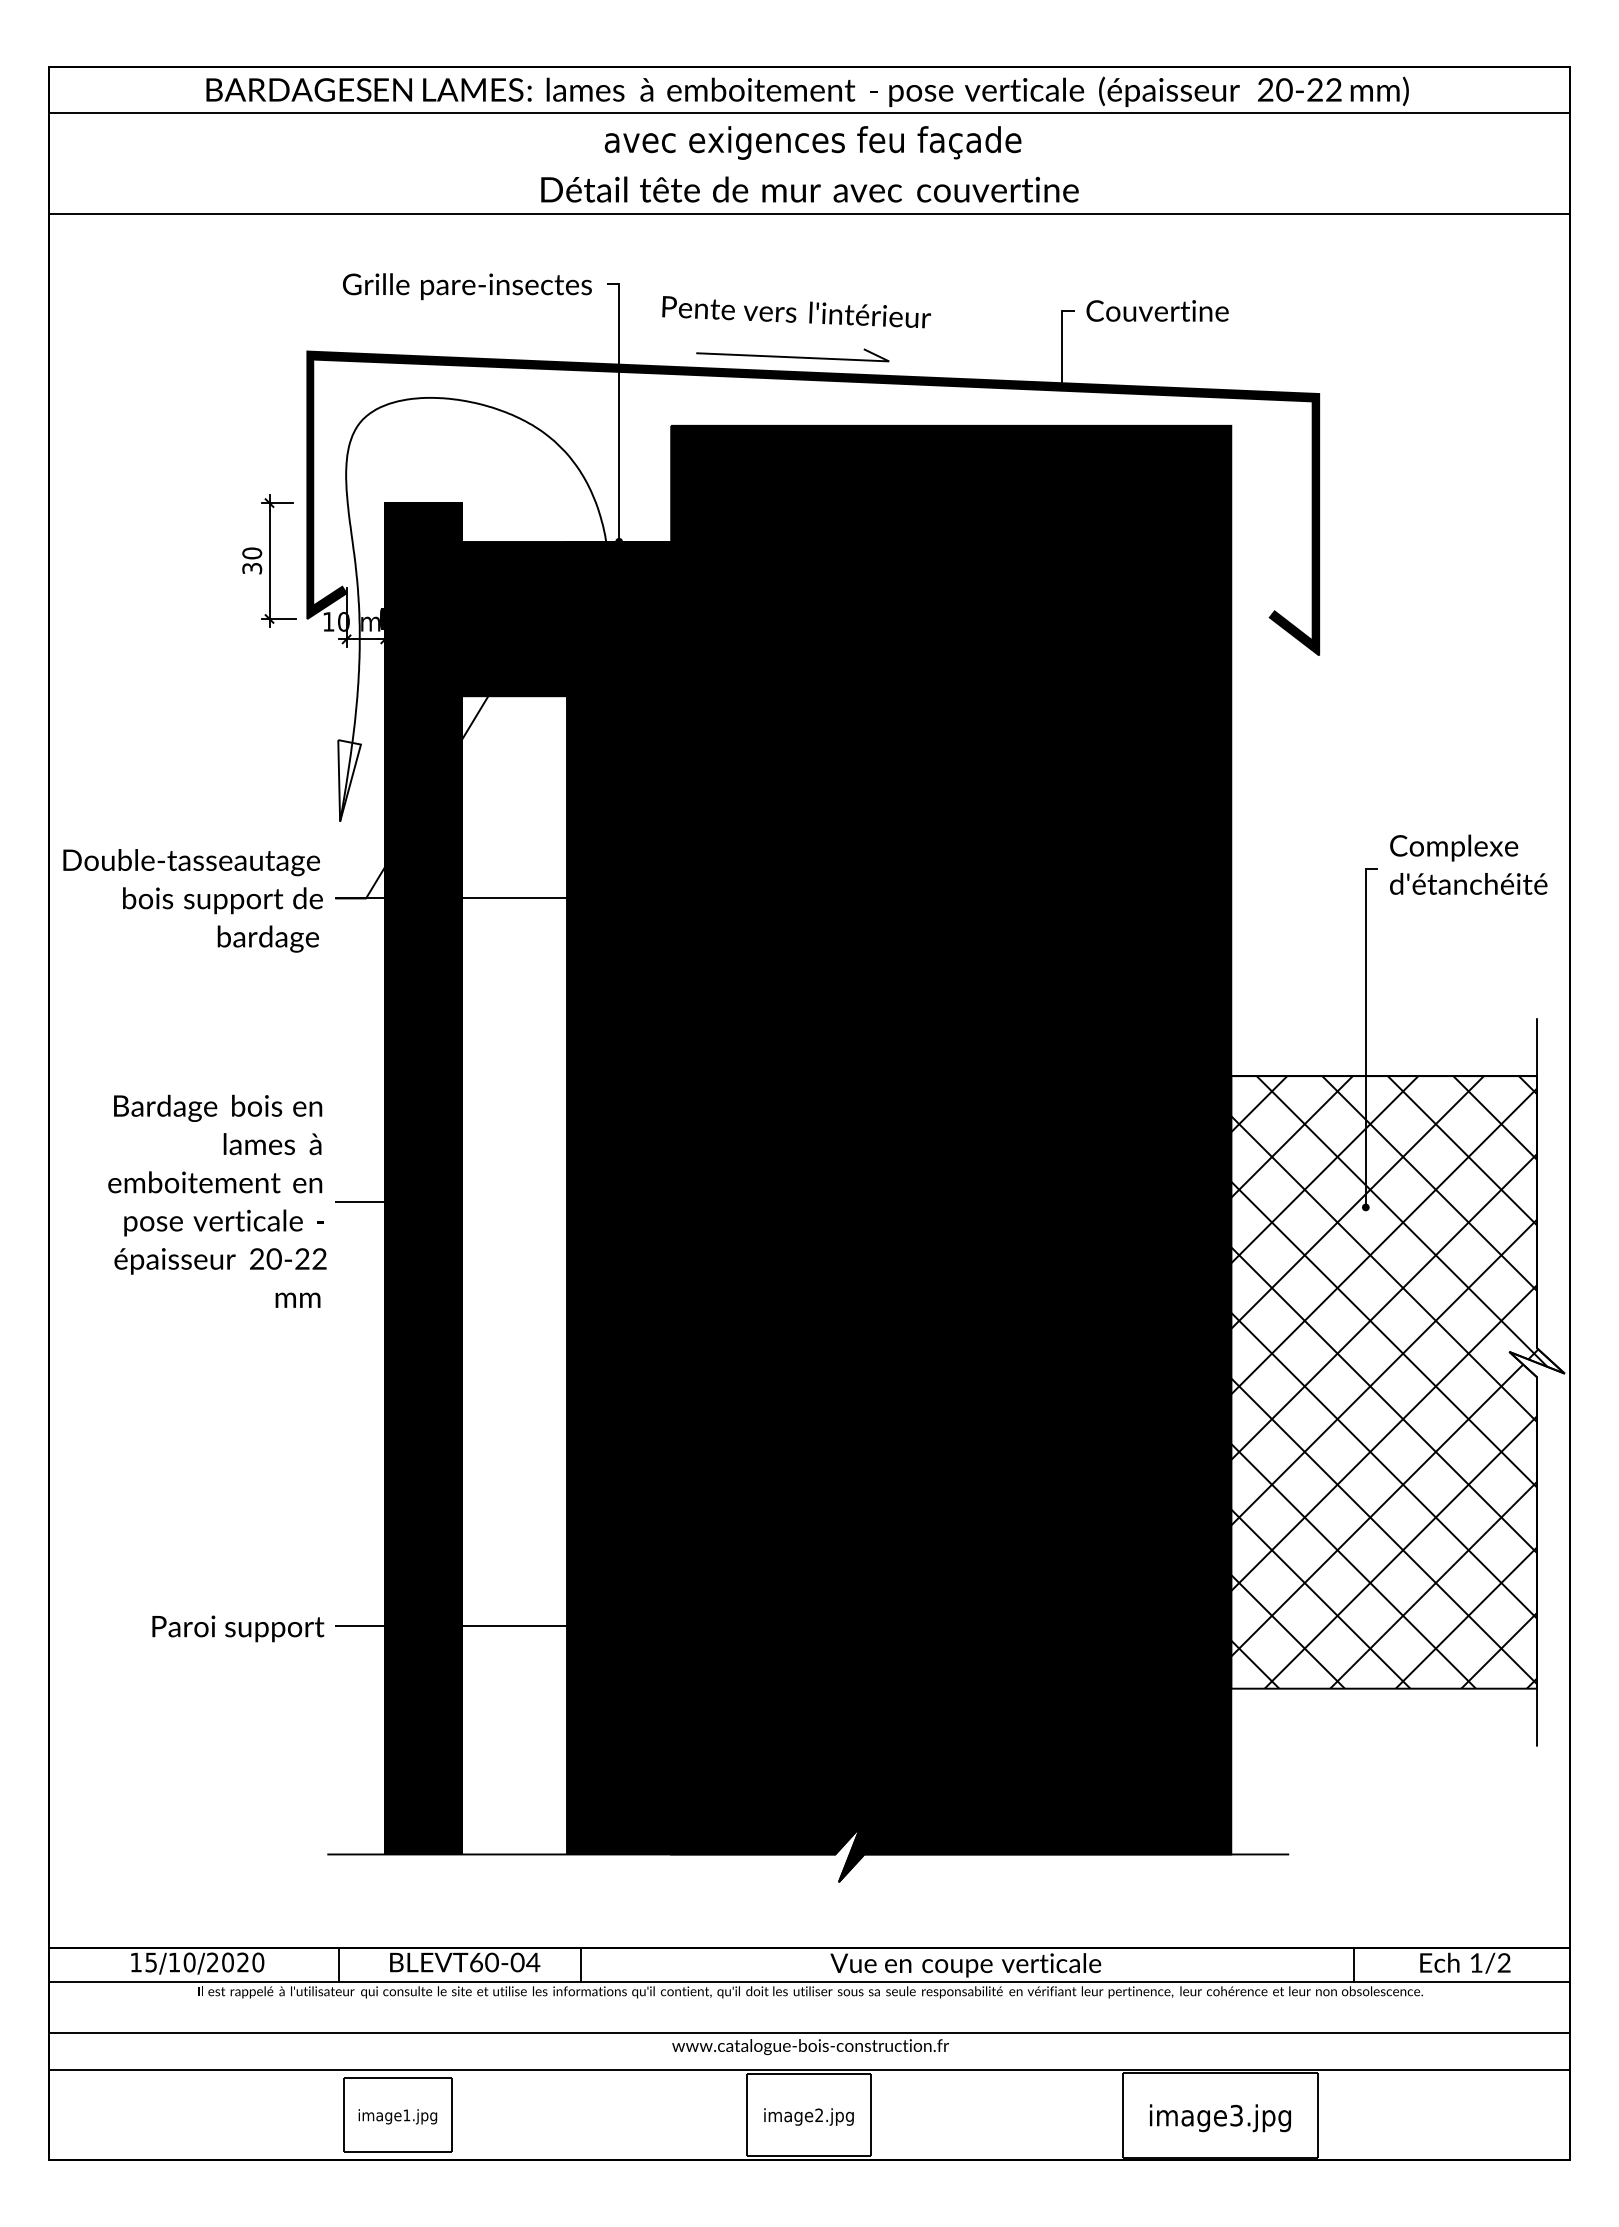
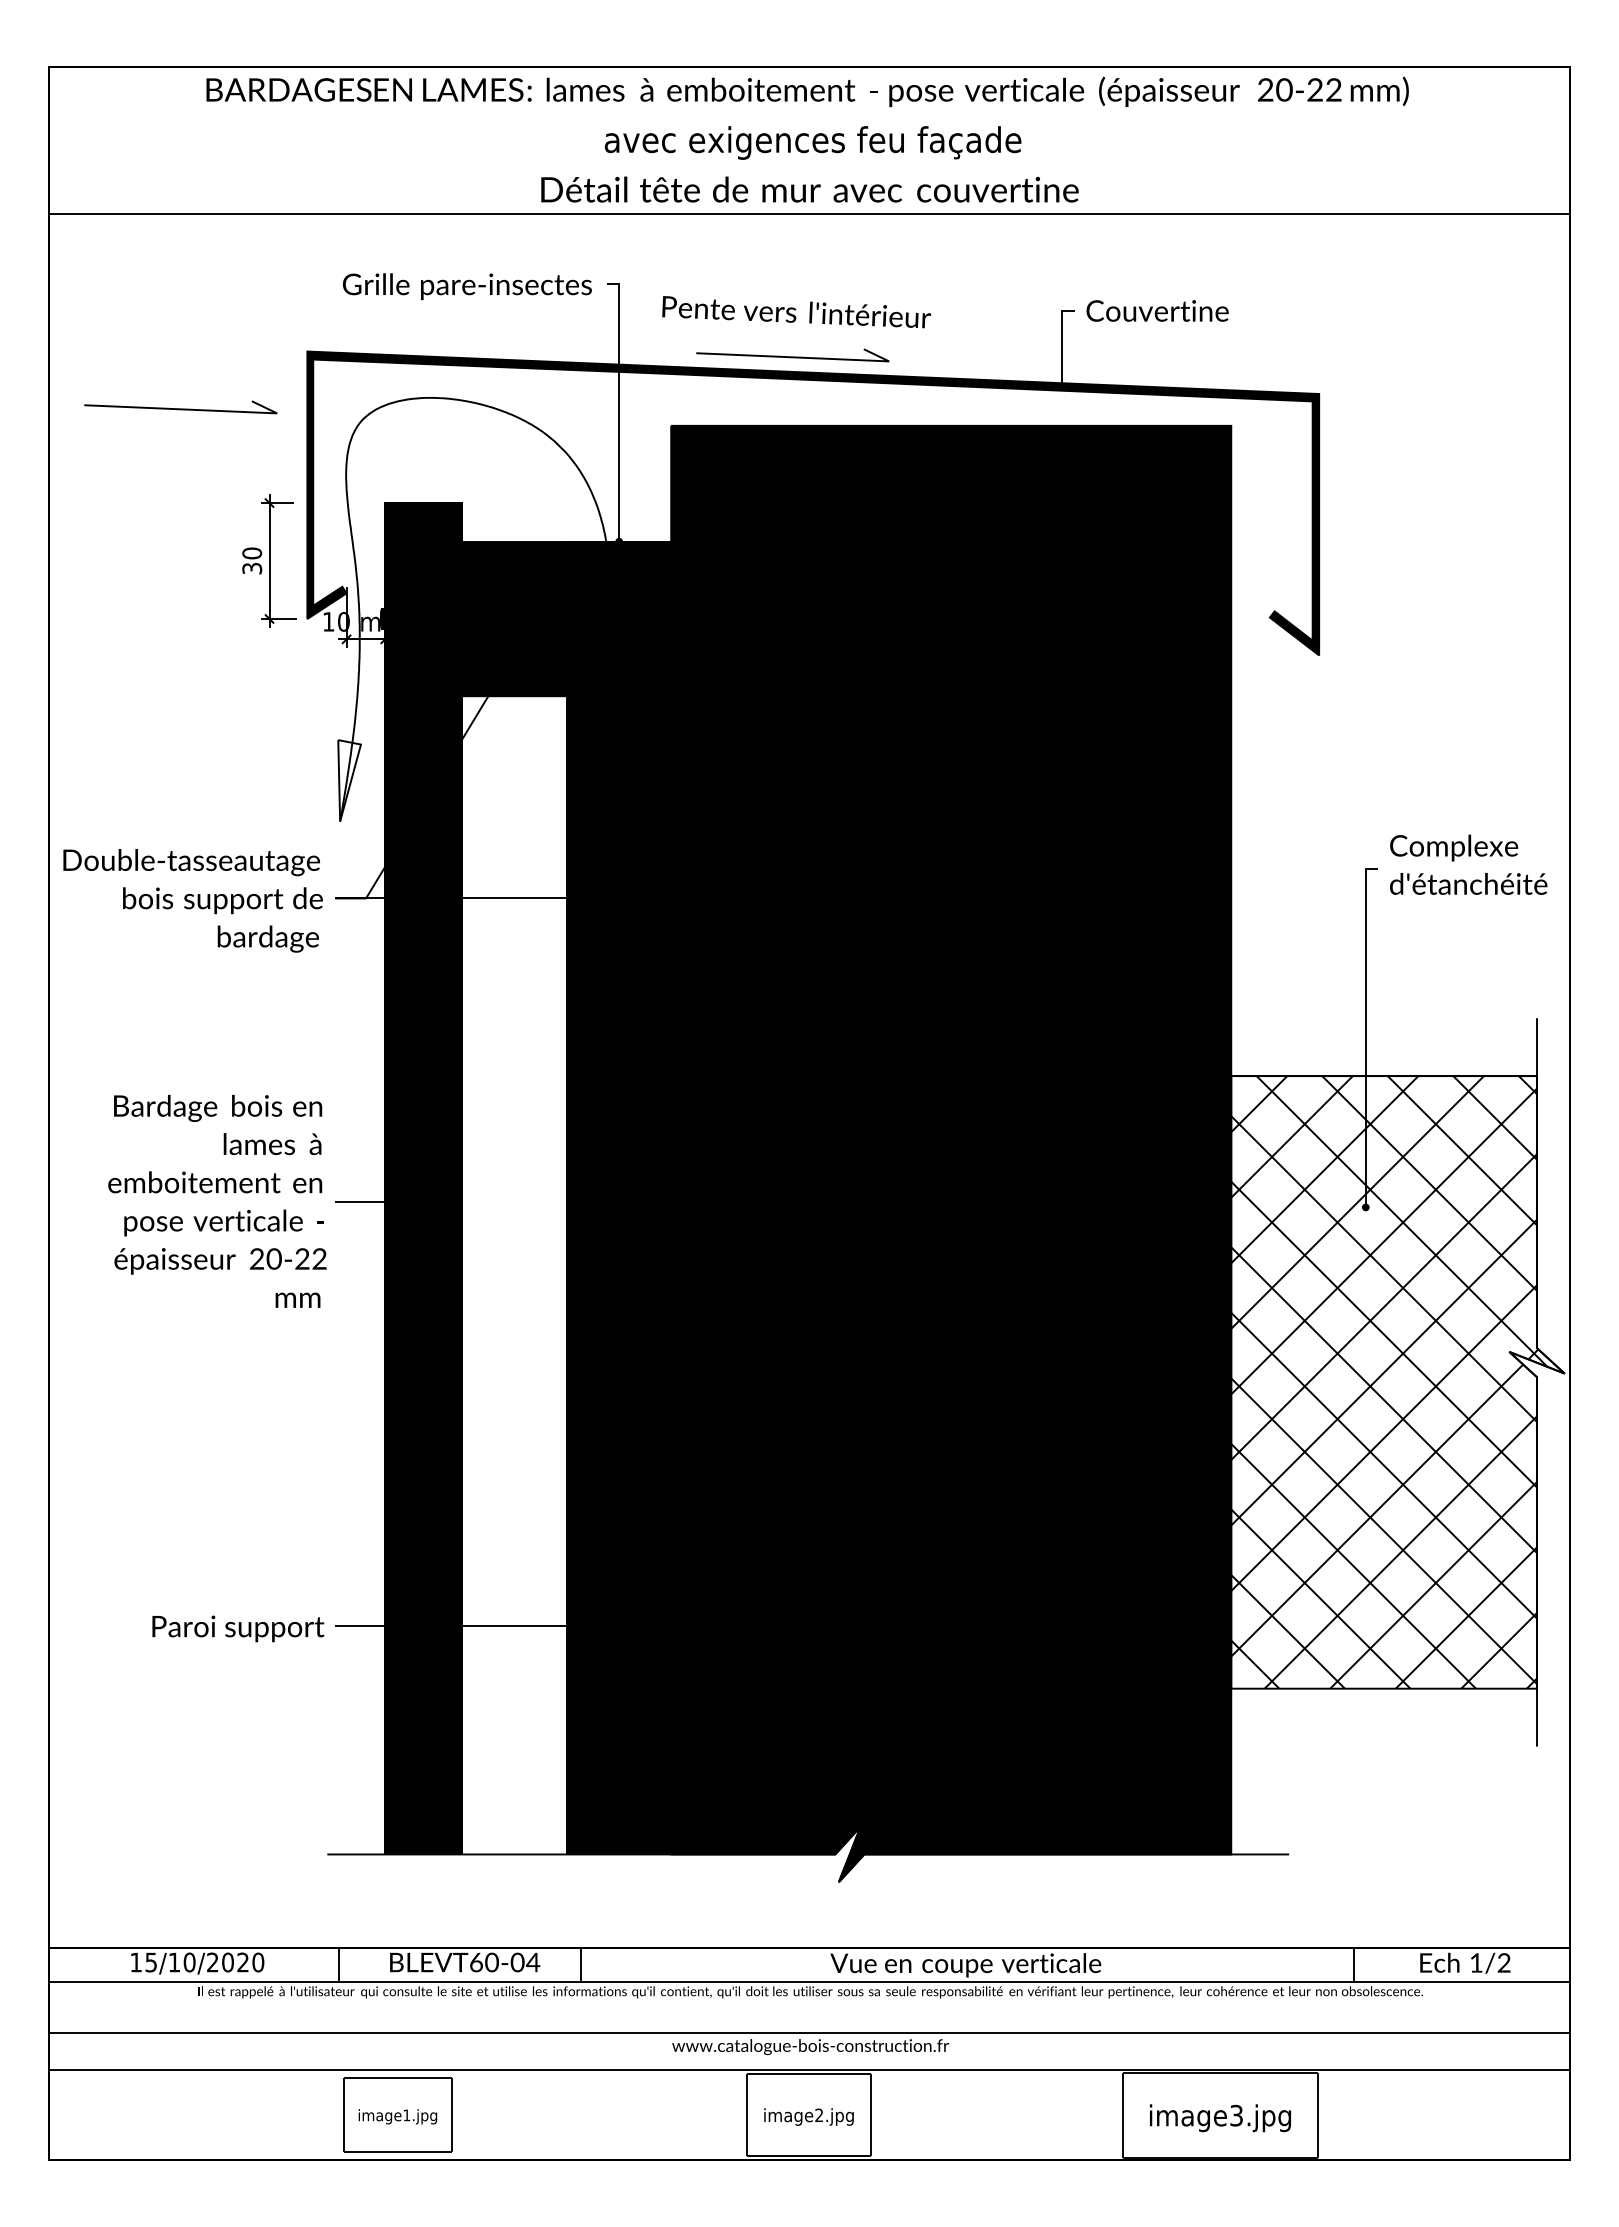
line at (809, 113): present -> none
line at (180, 408): none -> present
